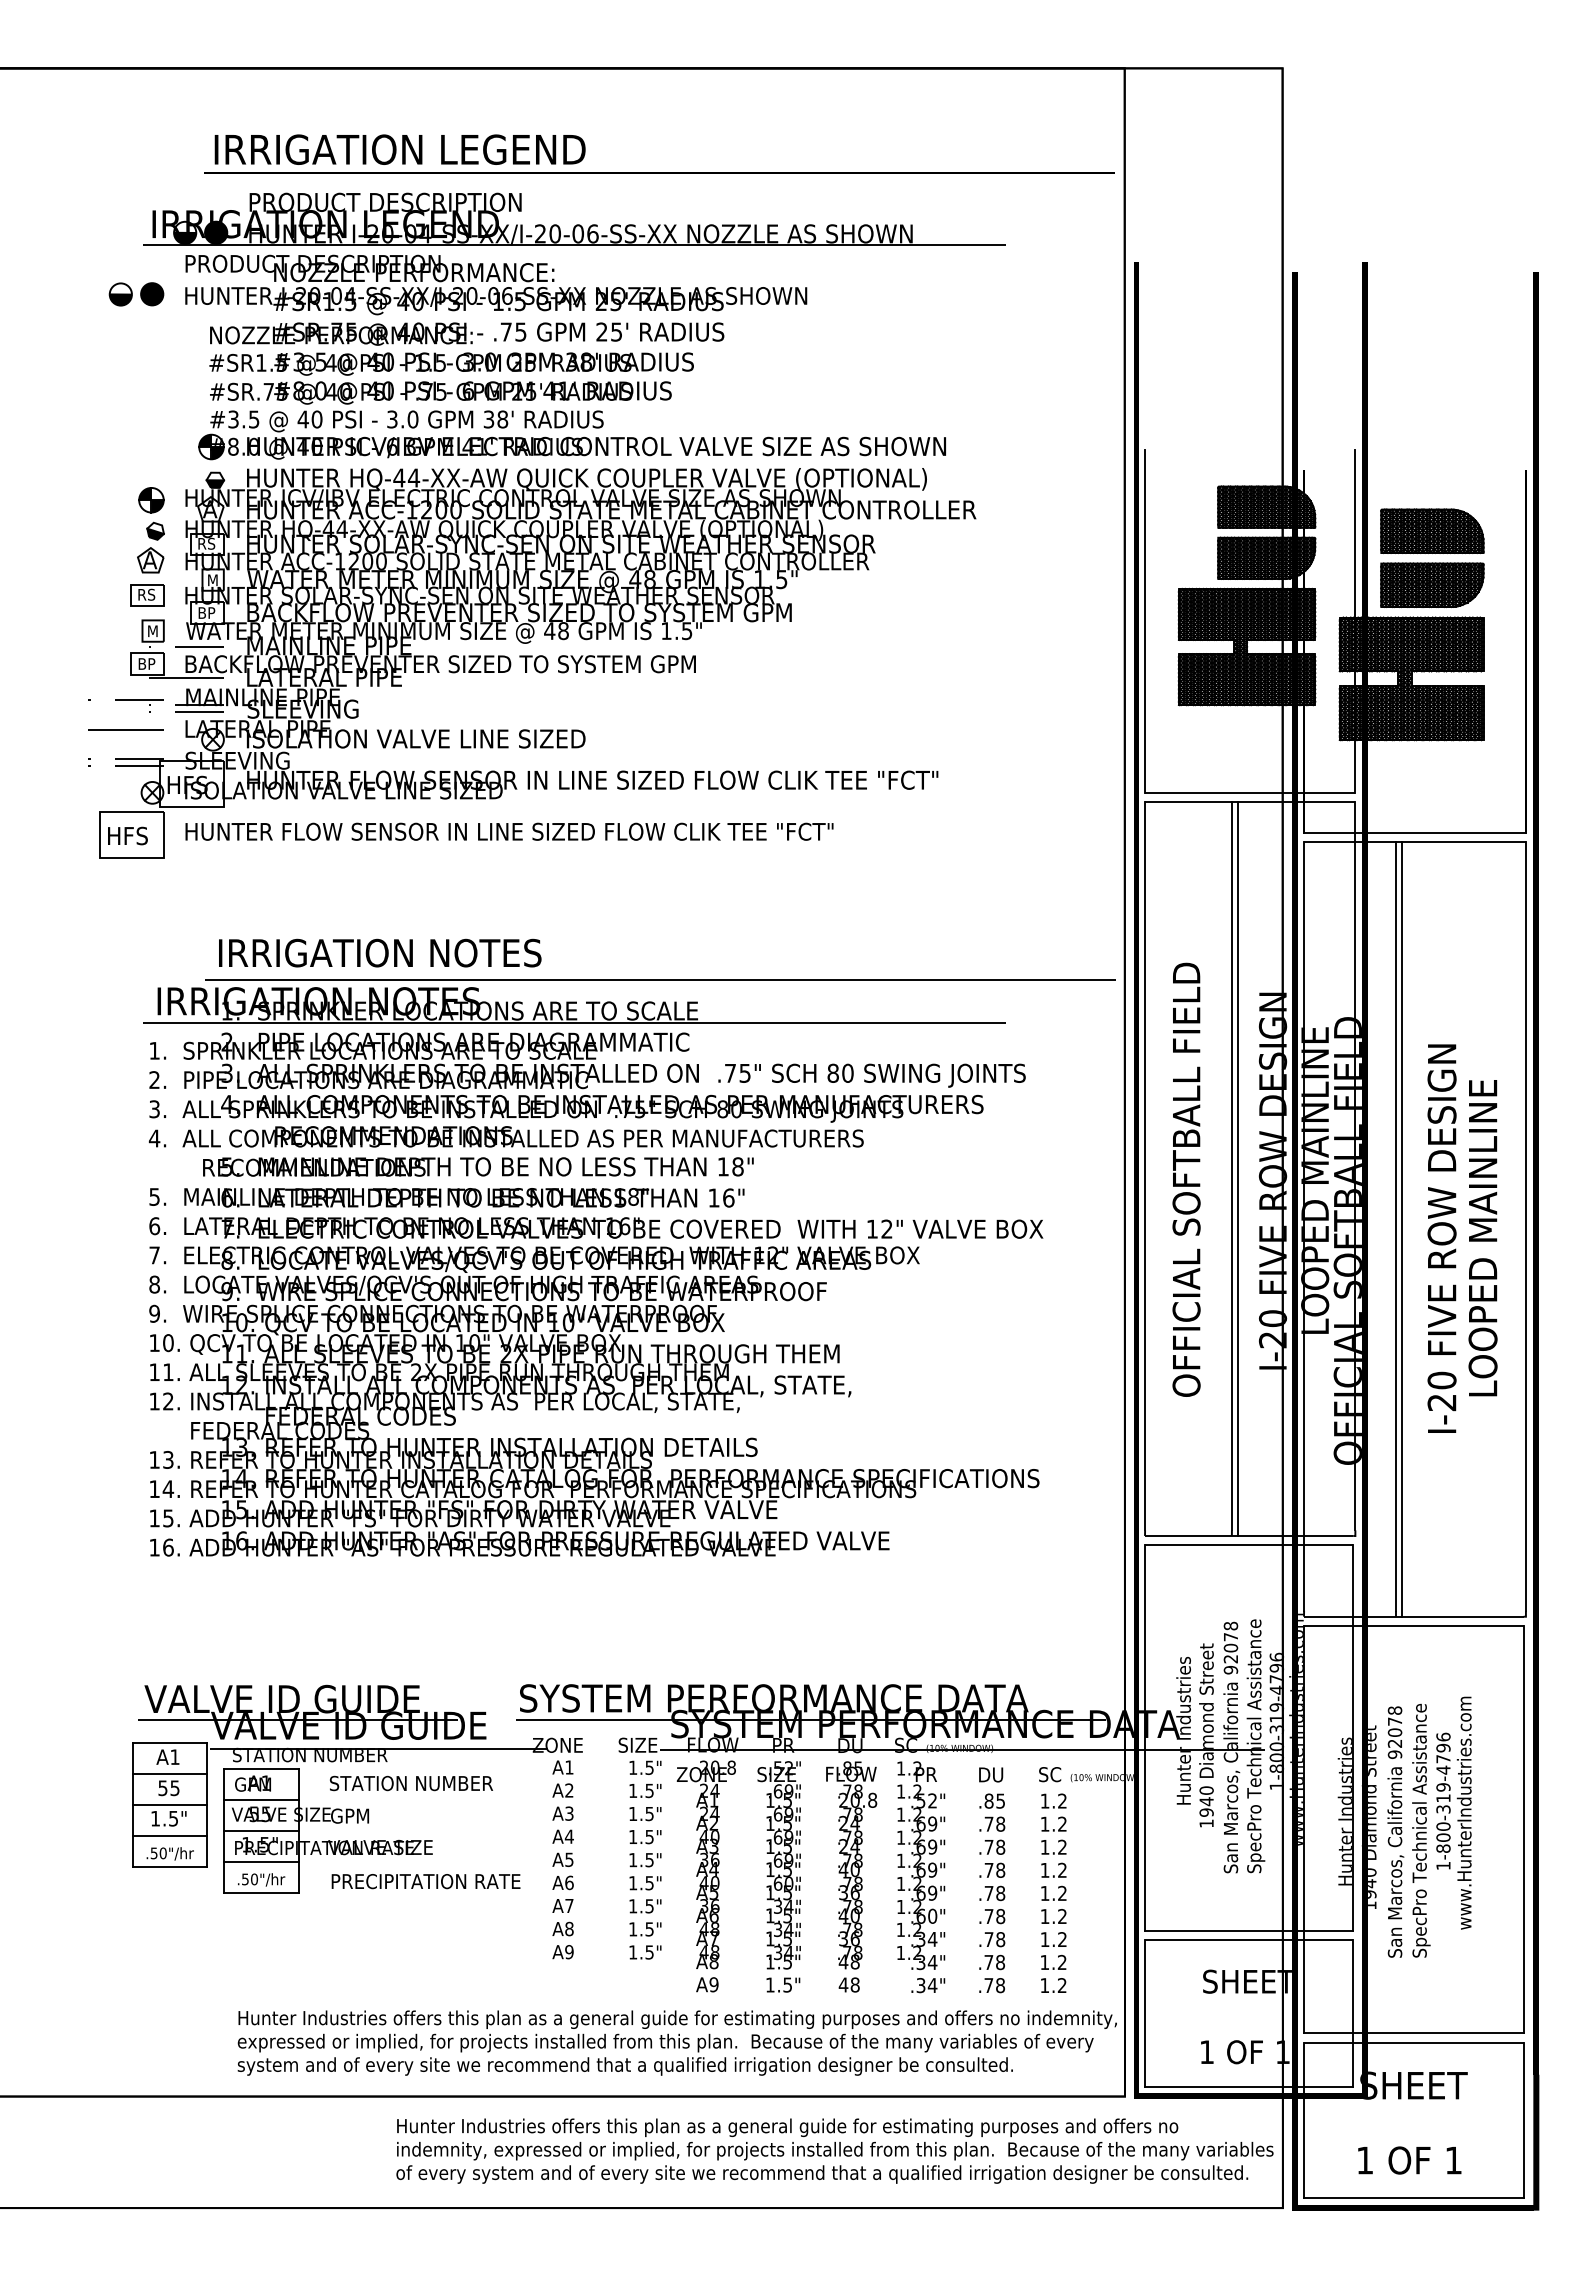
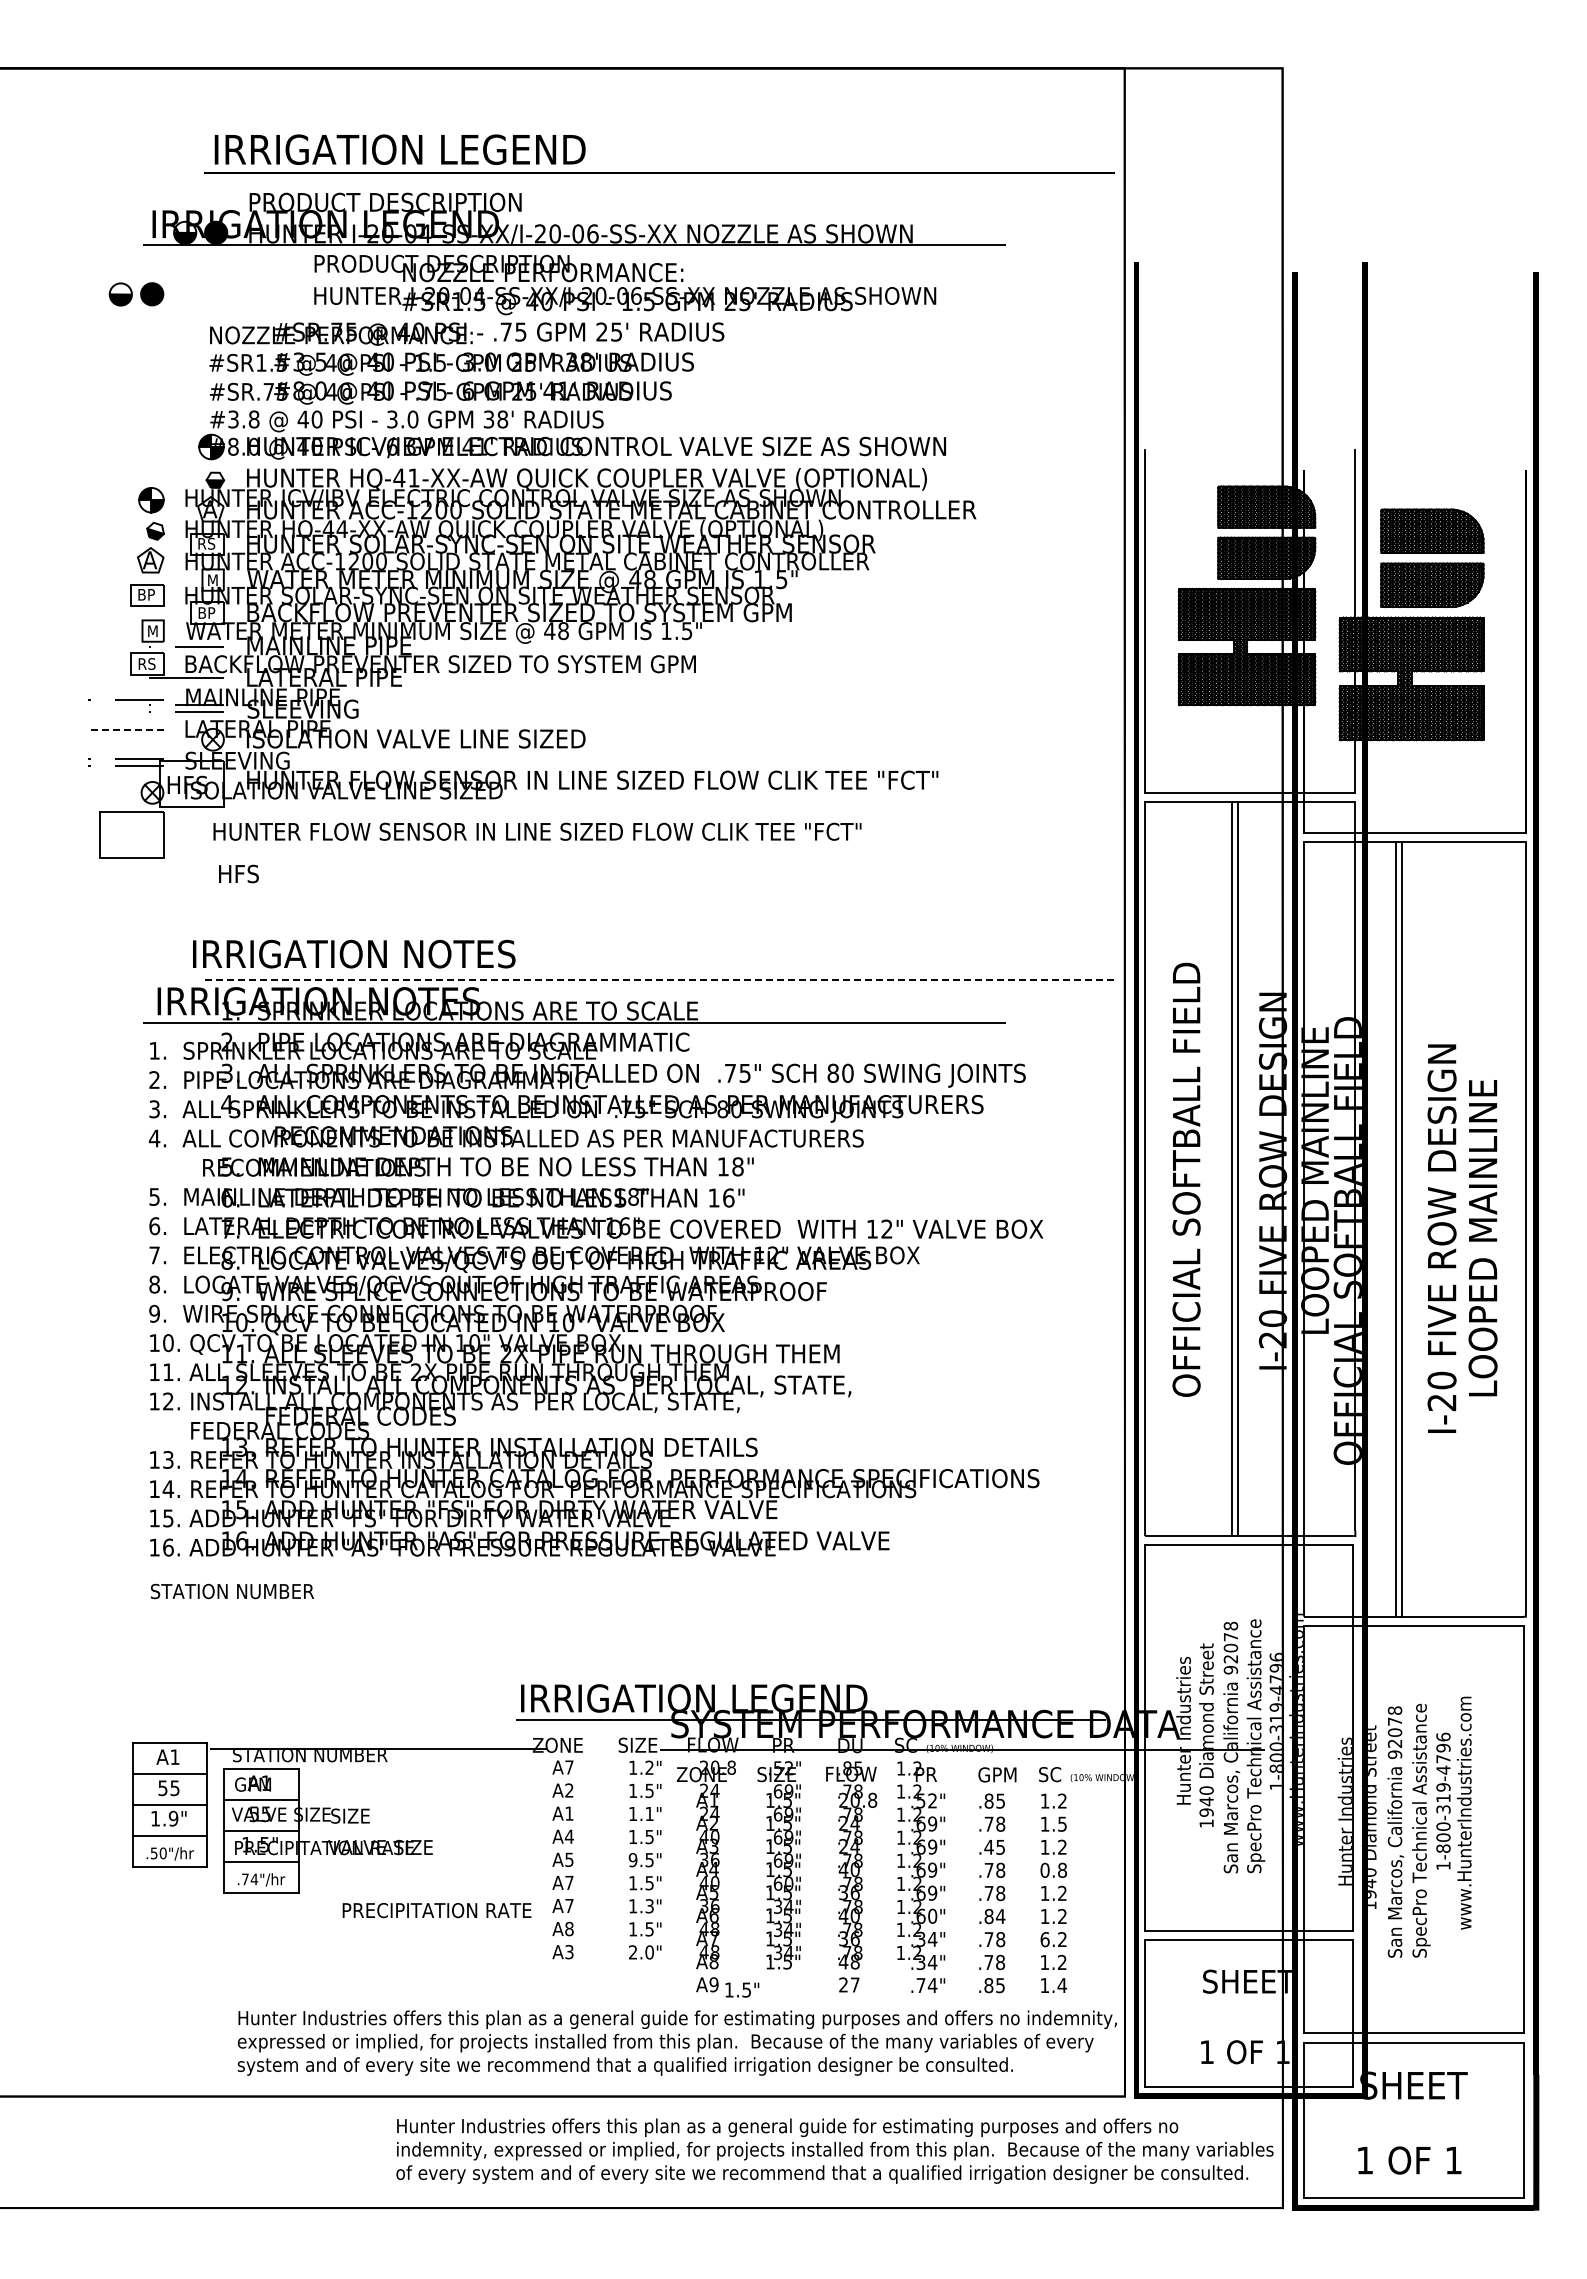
text at (496, 284) position: (496, 284) -> (625, 284)
text at (253, 419): #3.5 -> #3.8
text at (414, 477): HQ-44-XX-AW -> HQ-41-XX-AW
text at (147, 594): RS -> BP
text at (147, 663): BP -> RS
line at (126, 730): solid -> dashed
text at (509, 831) position: (509, 831) -> (537, 831)
text at (127, 835) position: (127, 835) -> (238, 873)
text at (380, 952) position: (380, 952) -> (354, 953)
line at (660, 979): solid -> dashed
text at (774, 1698): SYSTEM PERFORMANCE DATA -> IRRIGATION LEGEND
part at (312, 1711): present -> none
text at (569, 1767): A1 -> A7
text at (649, 1767): 1.5" -> 1.2"
text at (997, 1774): DU -> GPM
text at (411, 1783) position: (411, 1783) -> (232, 1591)
text at (569, 1813): A3 -> A1
text at (649, 1814): 1.5" -> 1.1"
text at (350, 1815): GPM -> SIZE
text at (173, 1818): 1.5" -> 1.9"
text at (1062, 1823): 1.2 -> 1.5
text at (994, 1846): .78 -> .45
text at (632, 1860): 1.5" -> 9.5"
text at (1053, 1869): 1.2 -> 0.8
text at (250, 1879): .50"/hr -> .74"/hr
text at (425, 1881) position: (425, 1881) -> (436, 1910)
text at (569, 1882): A6 -> A7
text at (649, 1905): 1.5" -> 1.3"
text at (994, 1916): .78 -> .84
text at (1044, 1939): 1.2 -> 6.2
text at (569, 1952): A9 -> A3
text at (641, 1952): 1.5" -> 2.0"
text at (783, 1984) position: (783, 1984) -> (742, 1989)
text at (848, 1984): 48 -> 27
text at (920, 1985): .34" -> .74"
text at (994, 1985): .78 -> .85
text at (1062, 1985): 1.2 -> 1.4
